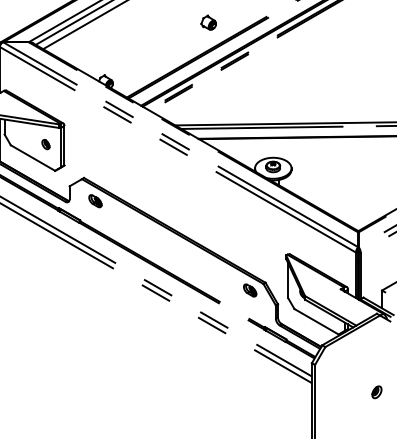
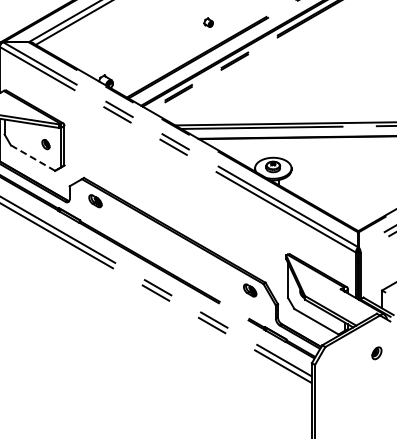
part at (208, 22) size: 17x17 px -> 11x11 px
line at (83, 25): present -> none
line at (33, 158): solid -> dashed
part at (376, 392) position: (376, 392) -> (376, 353)
